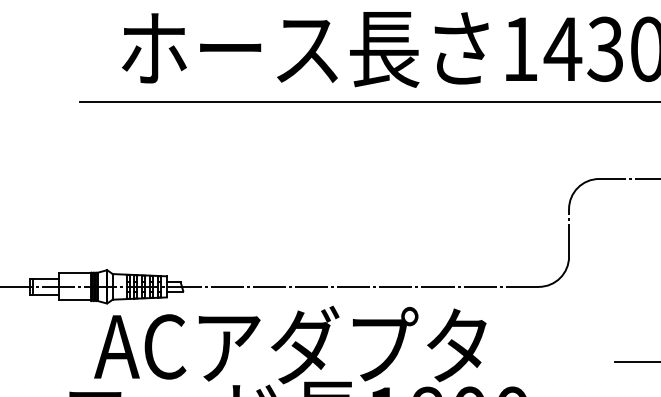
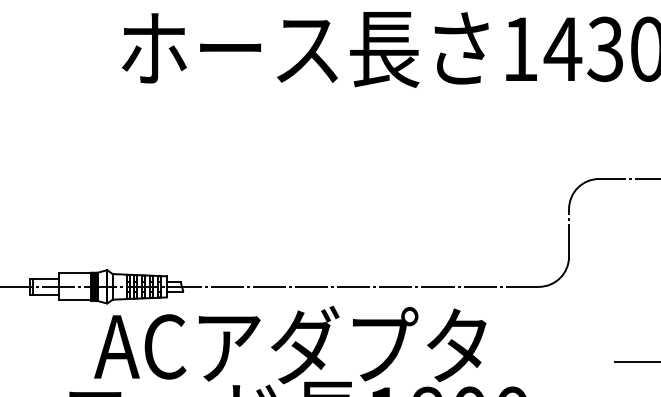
line at (368, 102): present -> none
